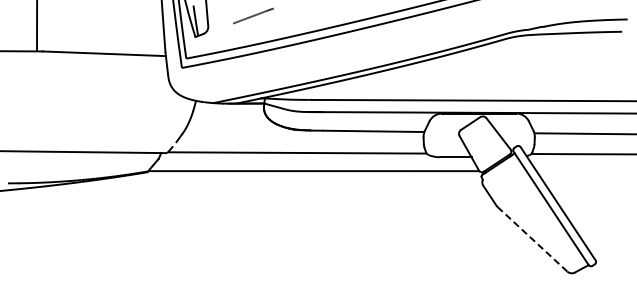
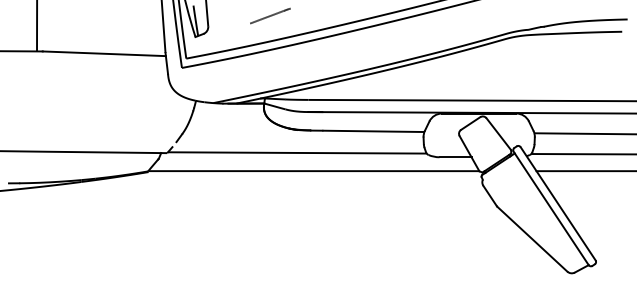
line at (253, 15) position: (253, 15) -> (270, 15)
line at (584, 171): none -> present
line at (532, 239): dashed -> solid
